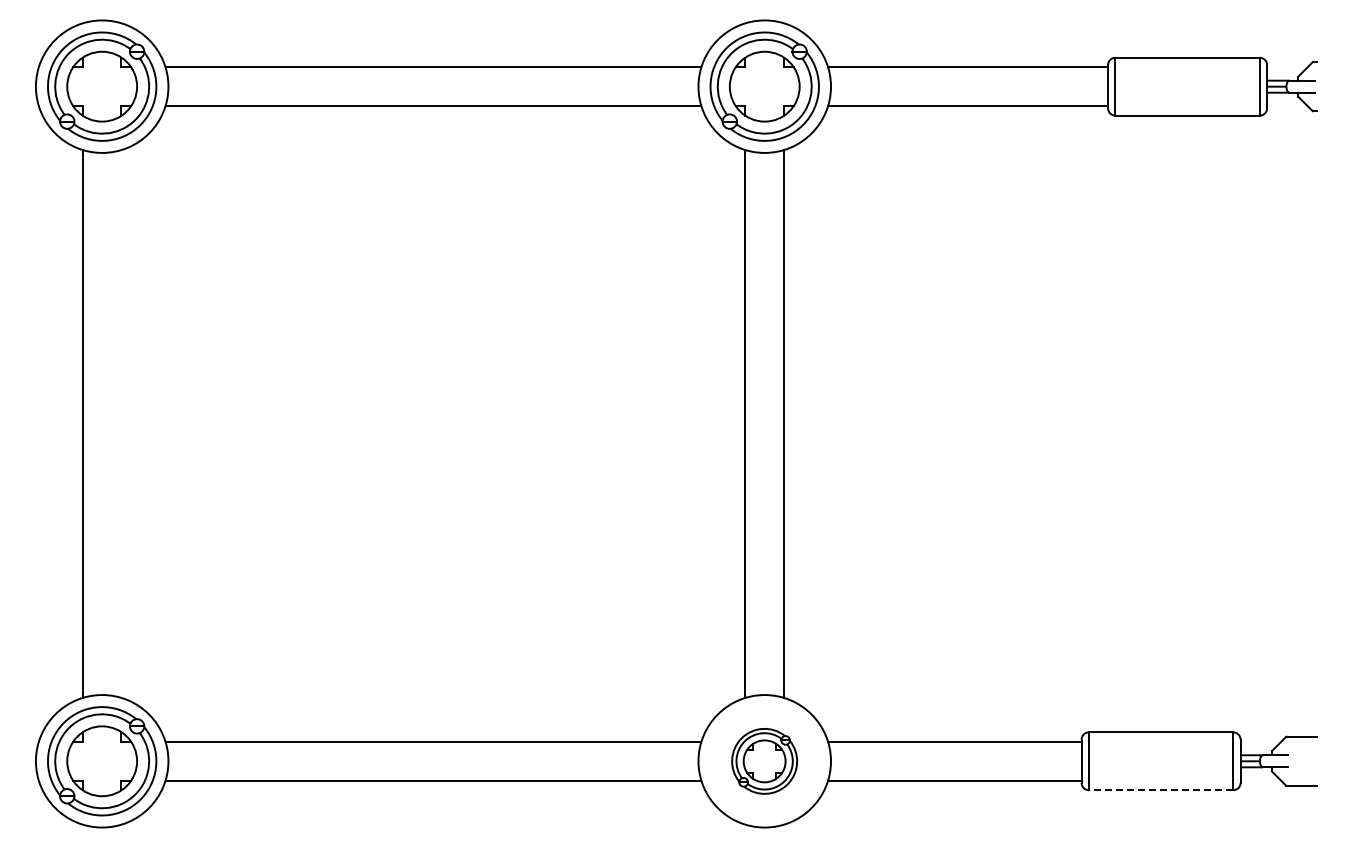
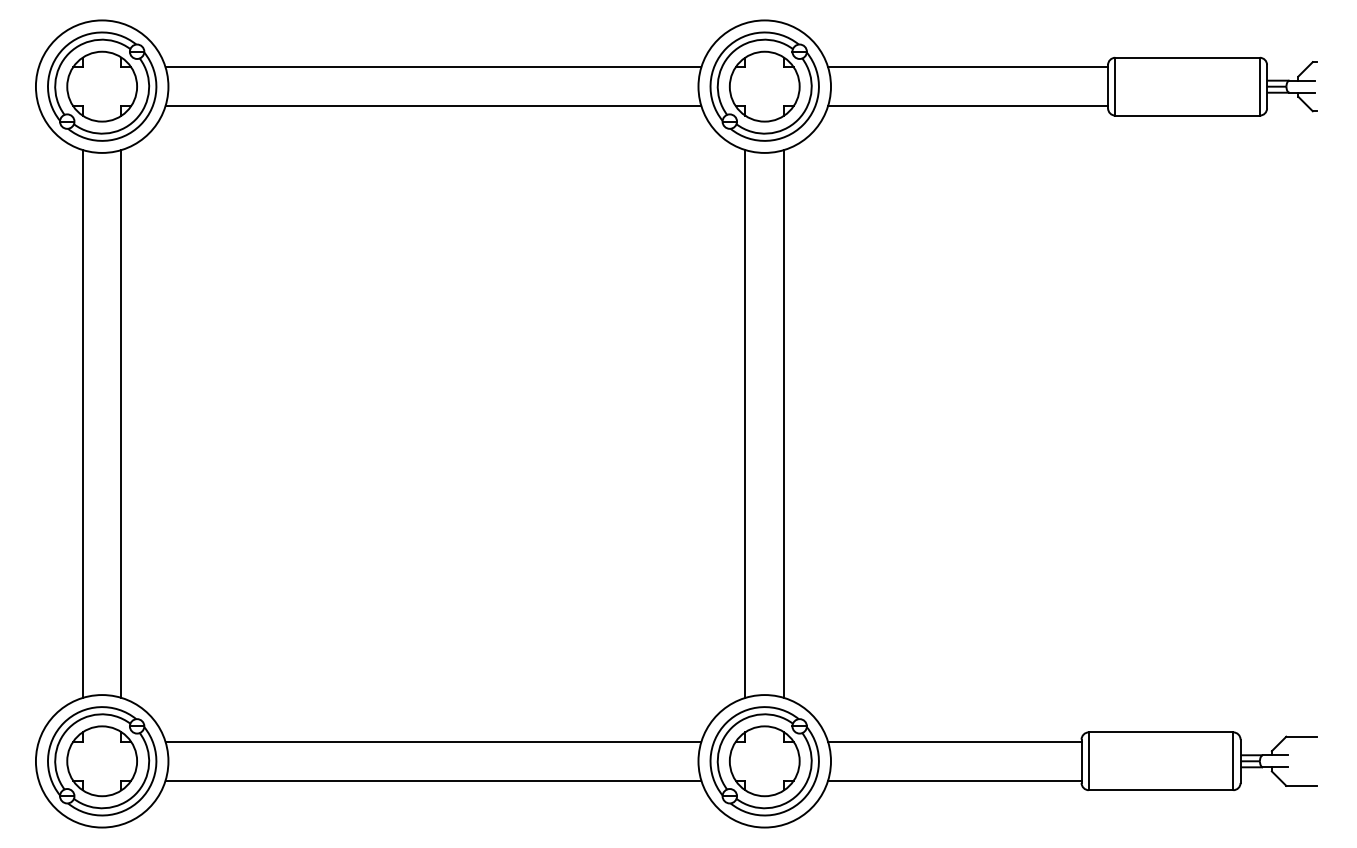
line at (121, 423): none -> present
part at (764, 761) size: 68x67 px -> 111x111 px
line at (1160, 790): dashed -> solid
